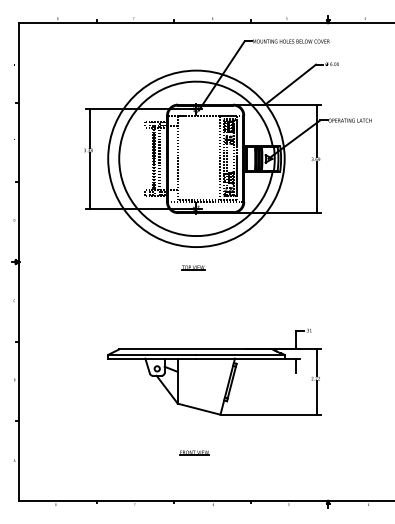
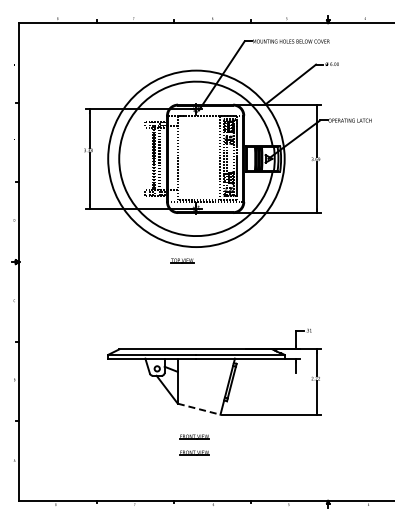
part at (193, 267) position: (193, 267) -> (182, 260)
line at (199, 409): solid -> dashed
part at (194, 436): none -> present
